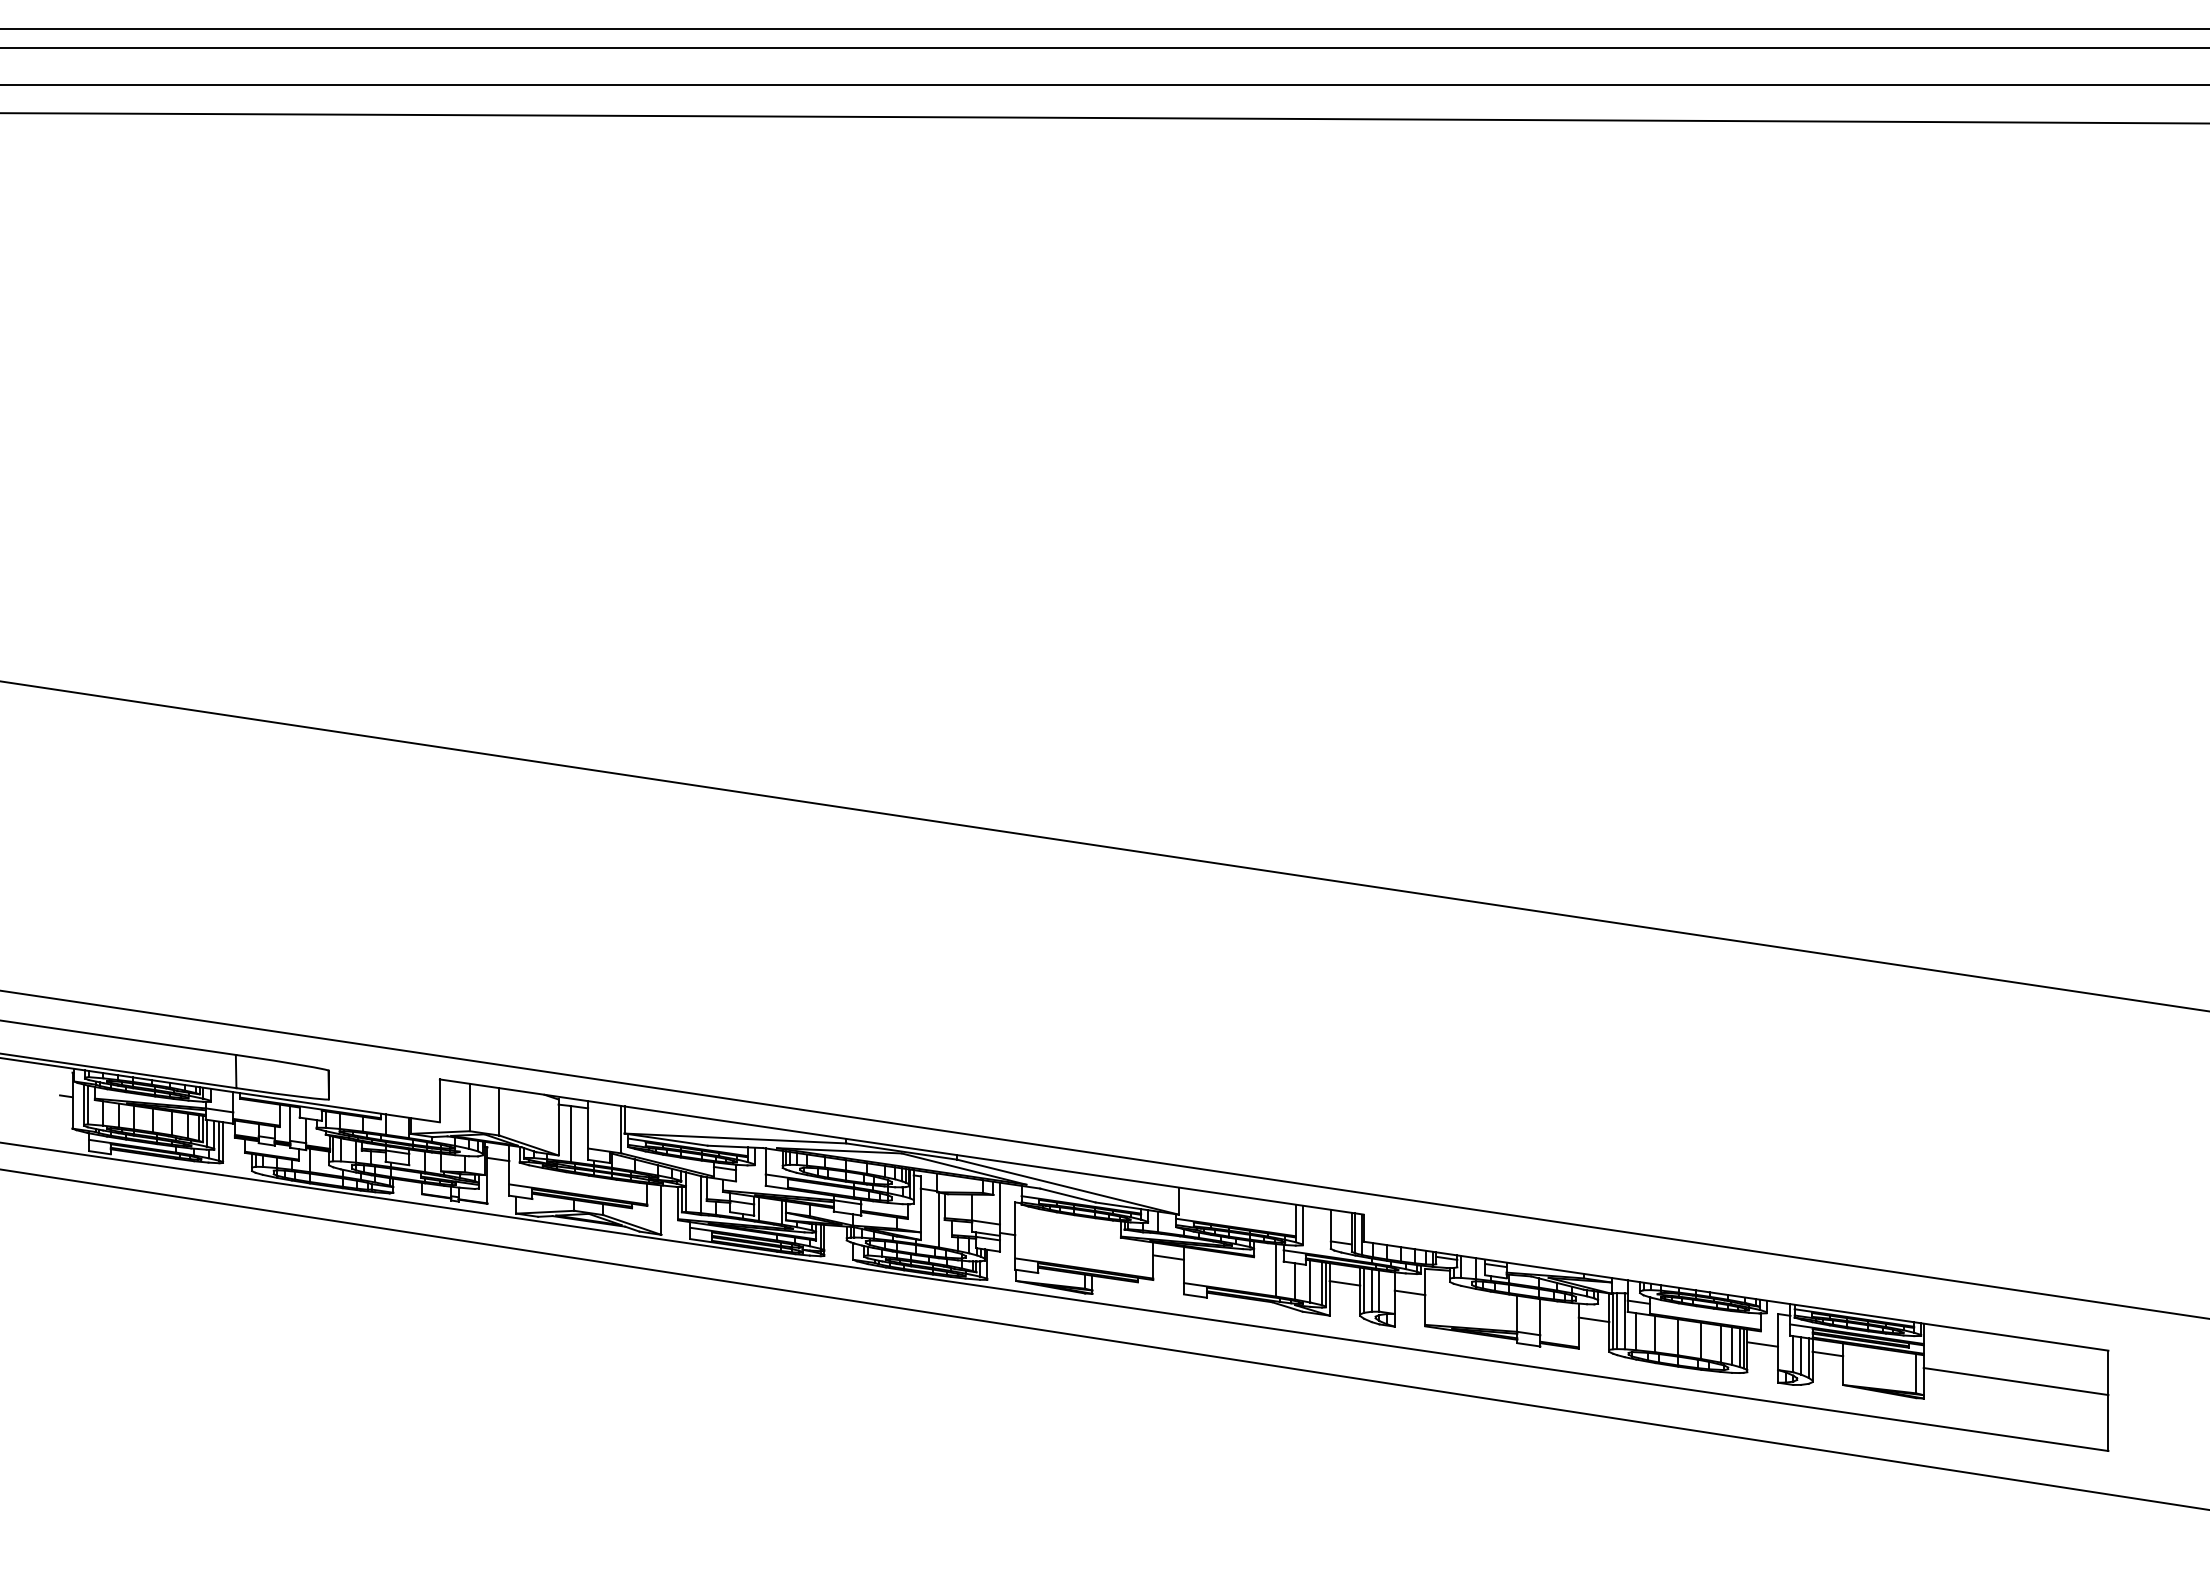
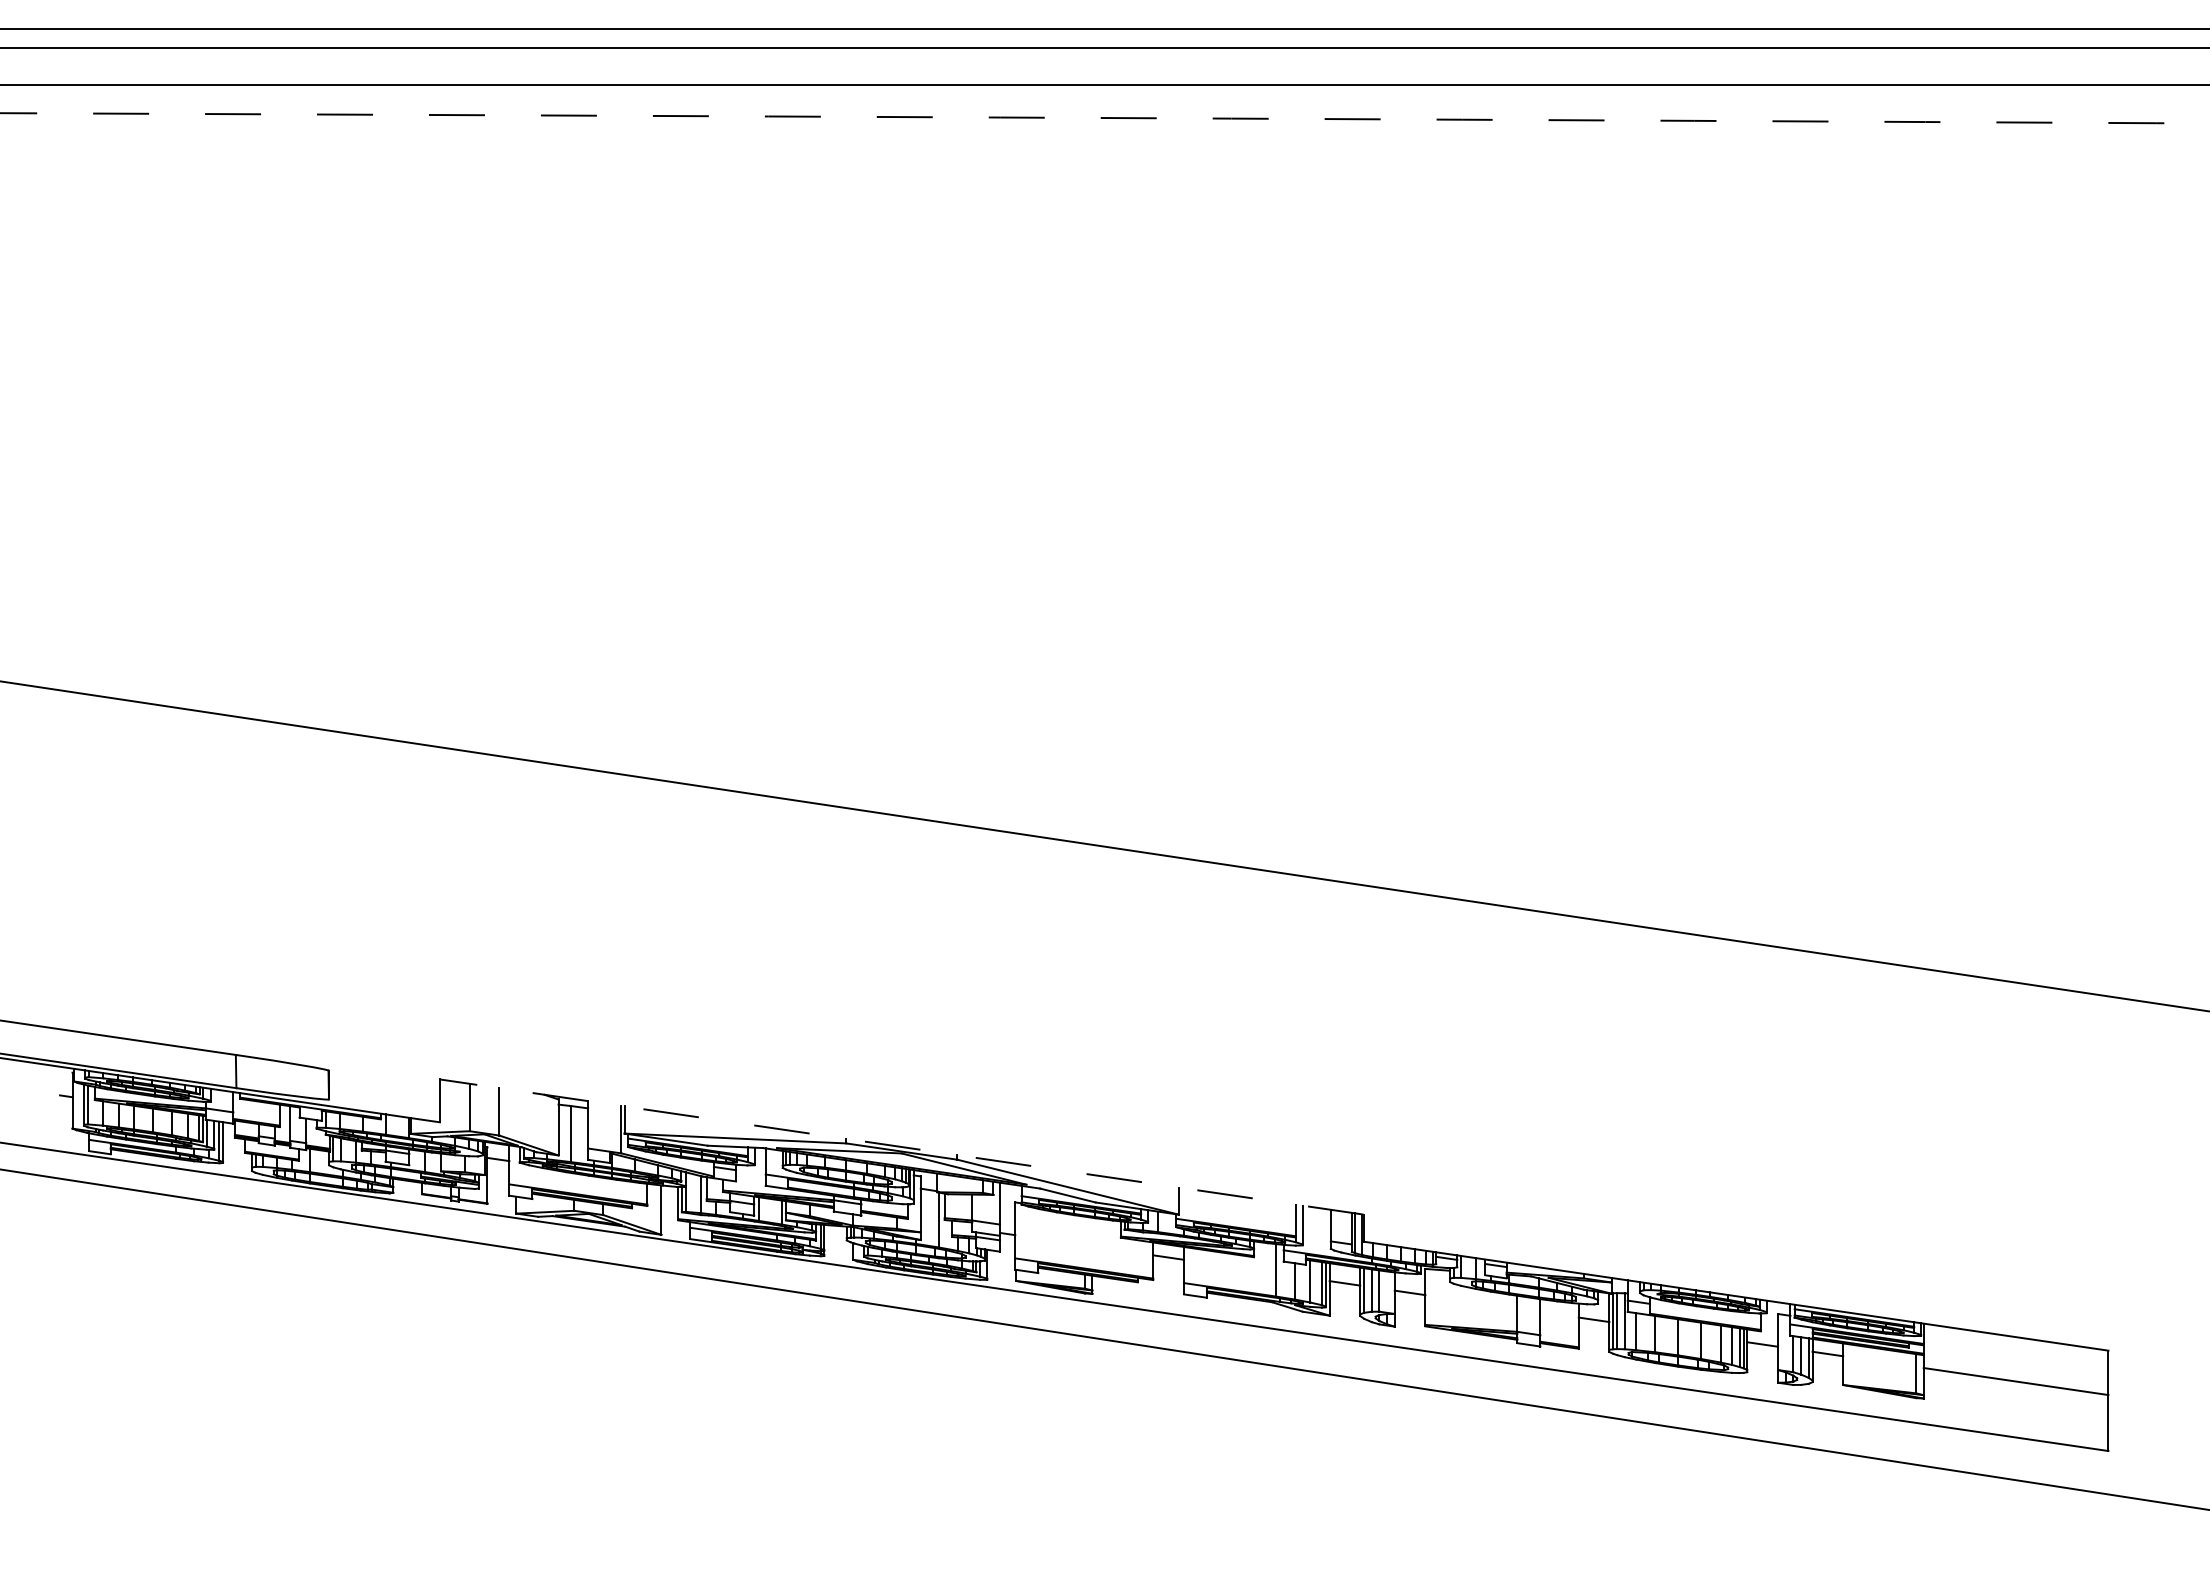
arc at (1105, 118): solid -> dashed
line at (901, 1147): solid -> dashed
line at (1104, 1154): present -> none
